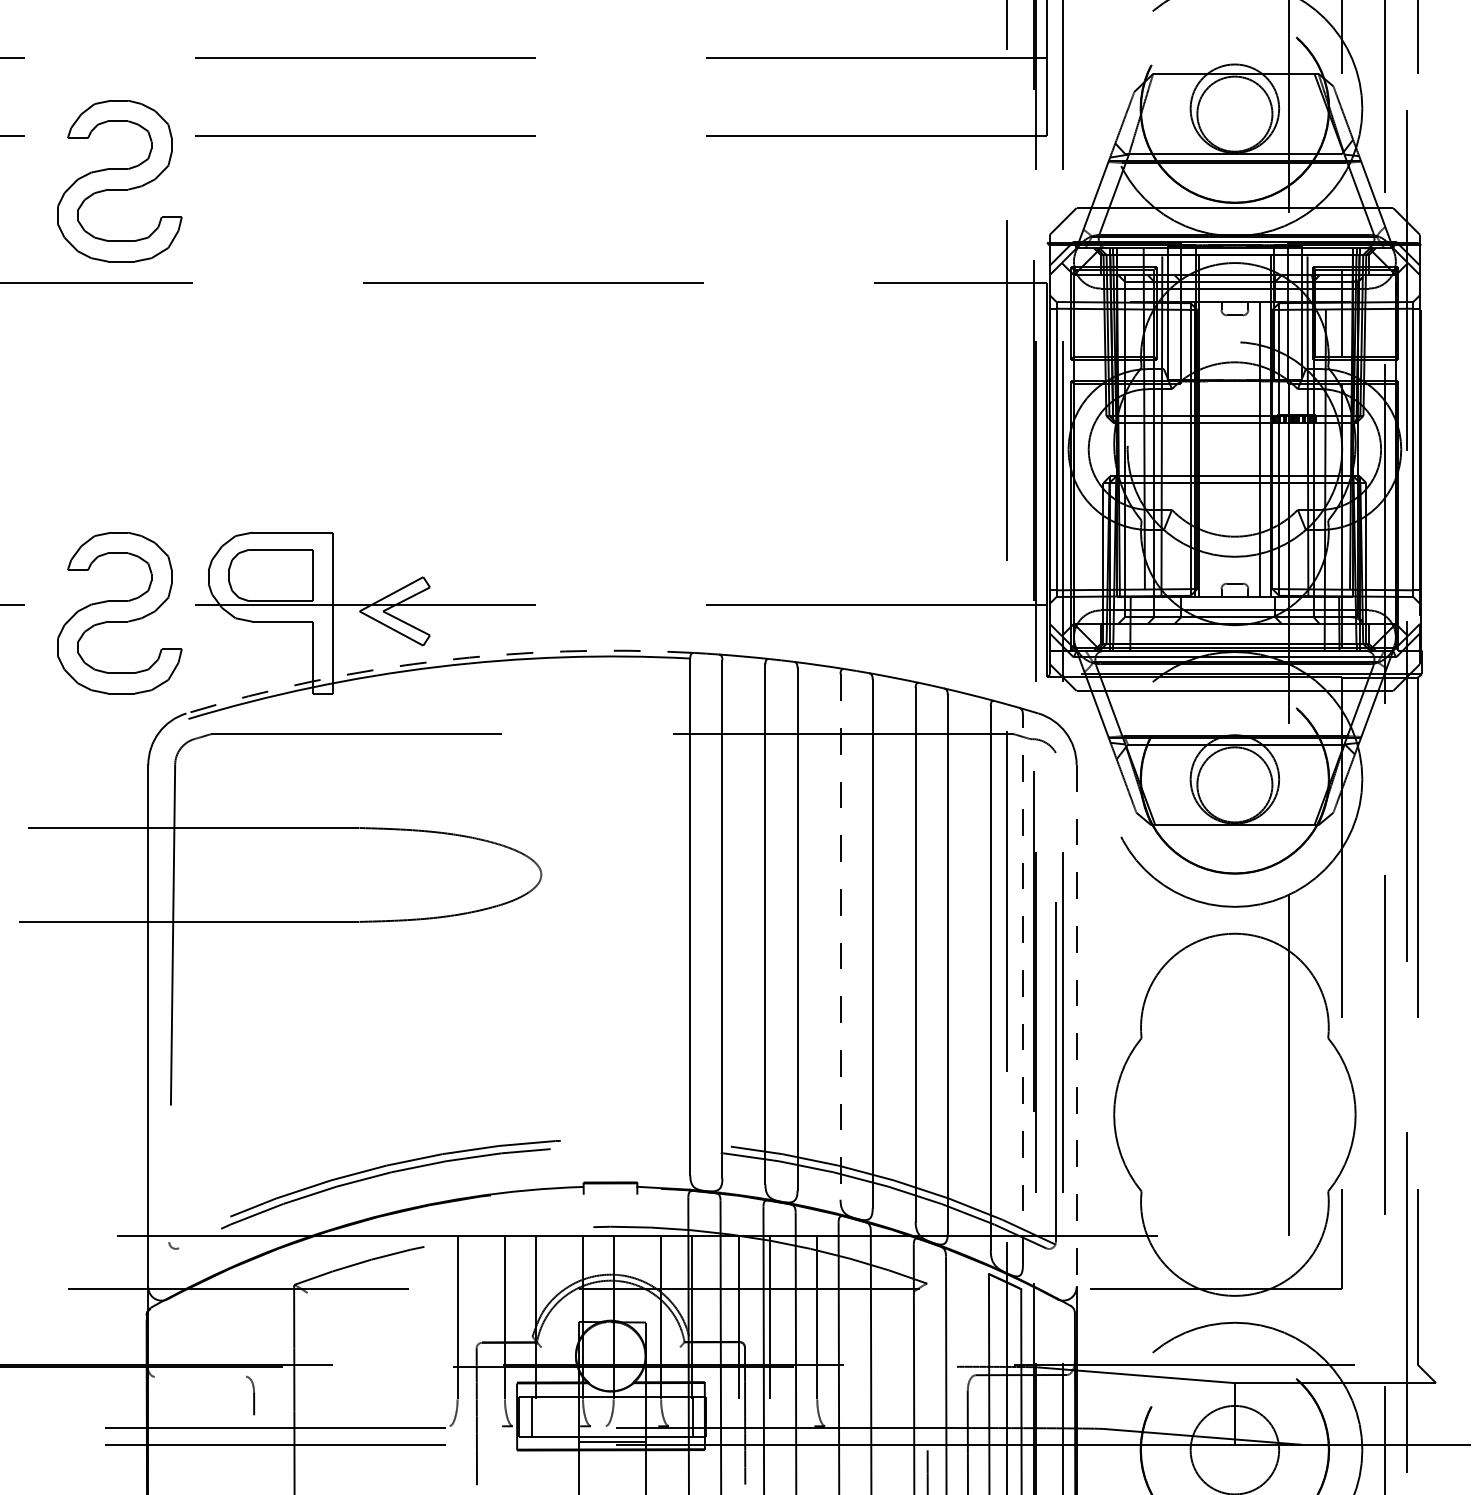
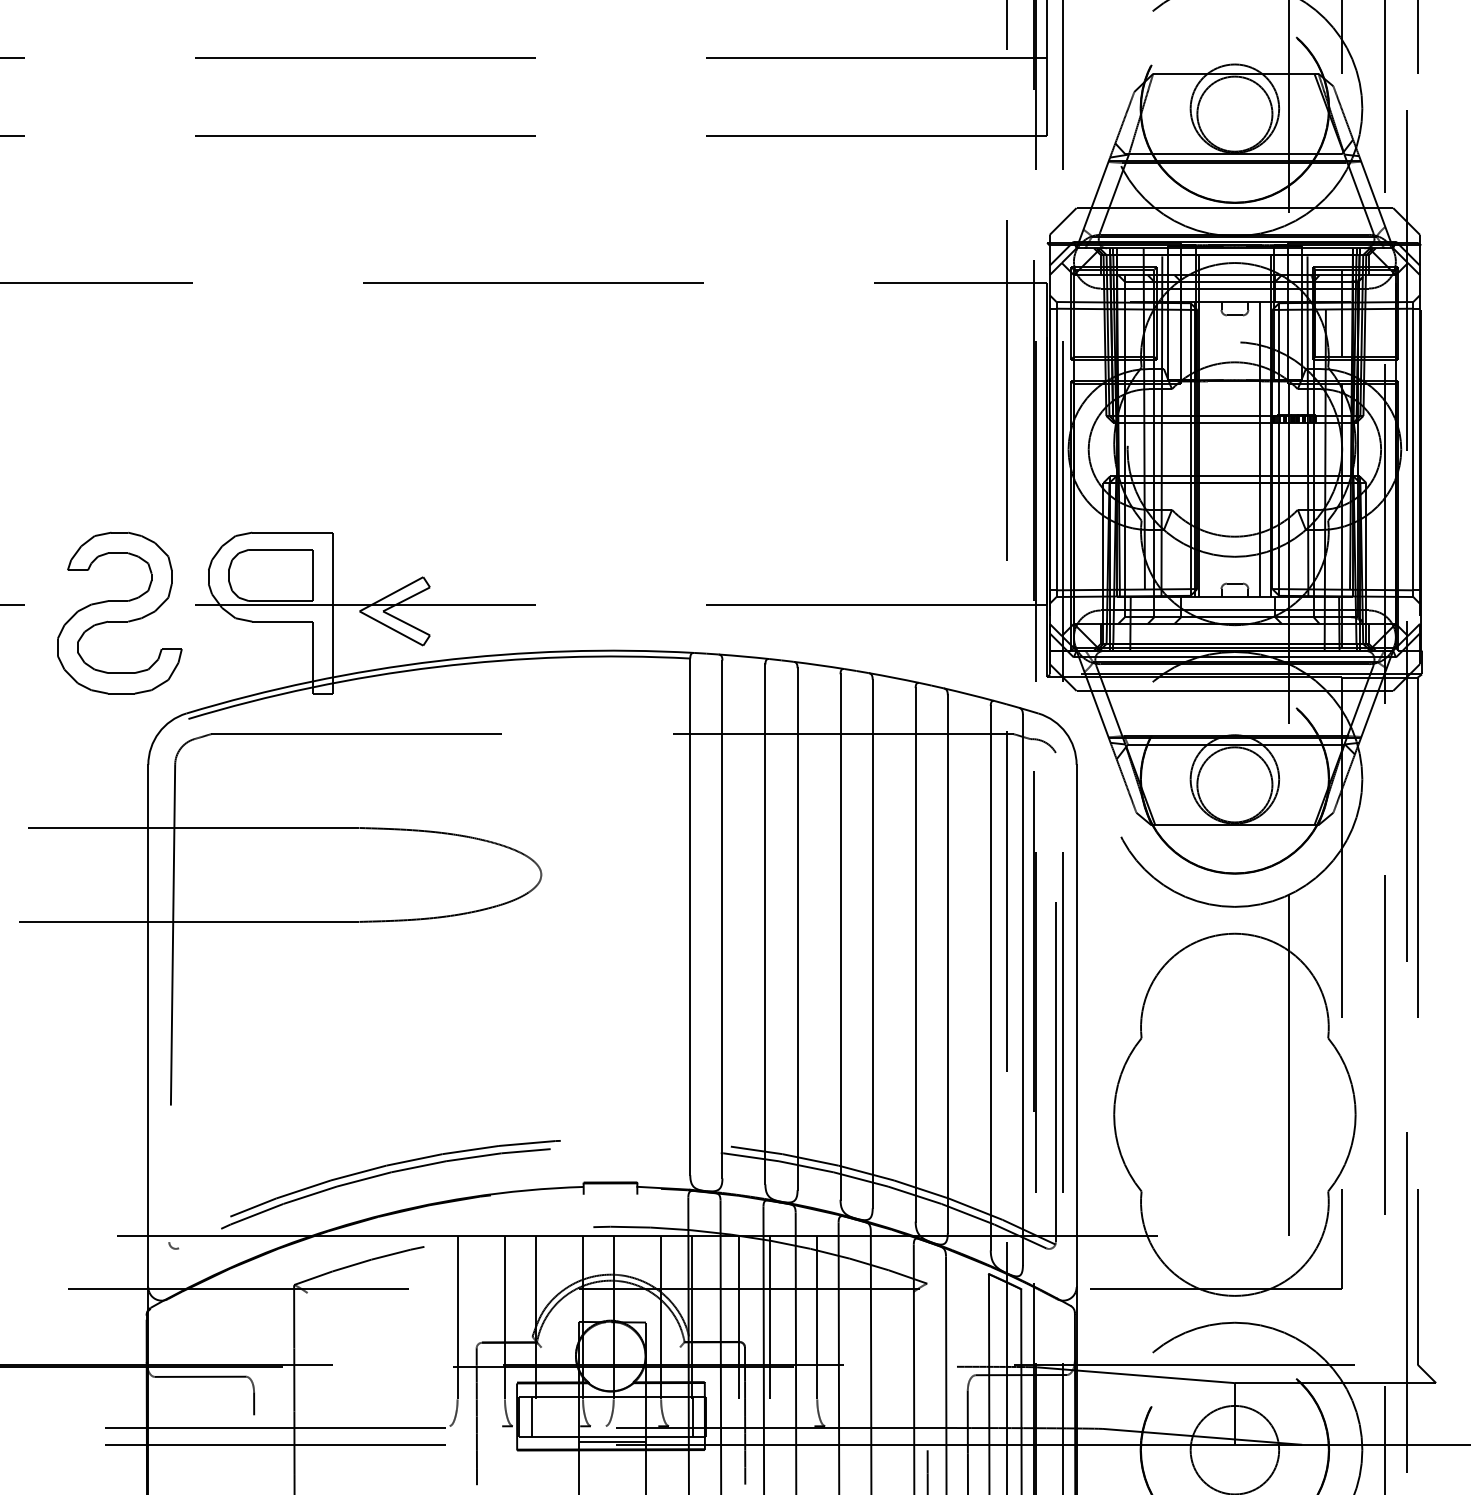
part at (119, 180): present -> none
arc at (437, 661): dashed -> solid
line at (840, 937): dashed -> solid
line at (1022, 989): dashed -> solid
line at (1076, 1026): dashed -> solid
line at (200, 1376): none -> present
